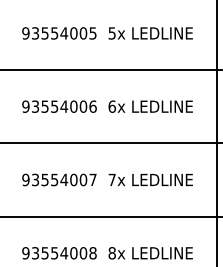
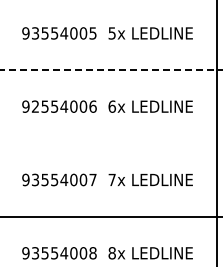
line at (111, 70): solid -> dashed
text at (35, 106): 93554006 -> 92554006
line at (110, 143): present -> none
